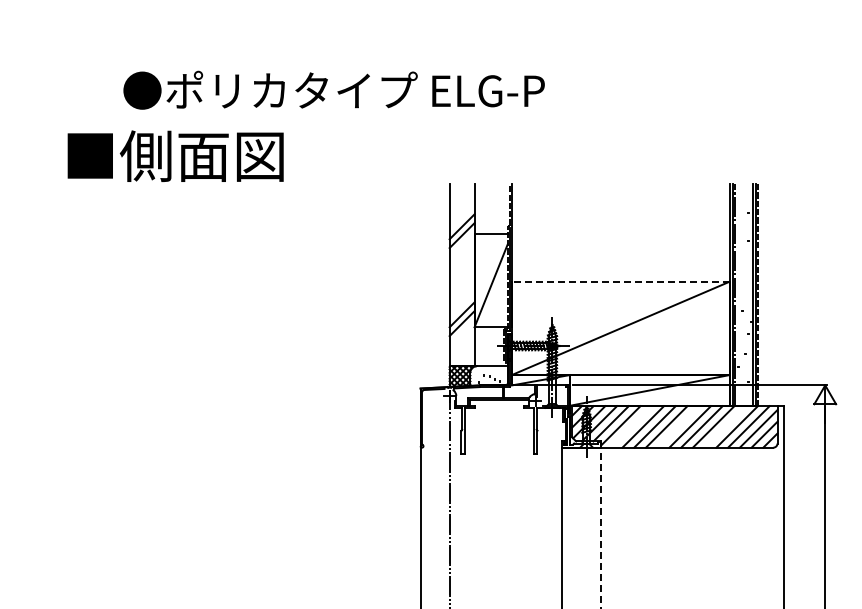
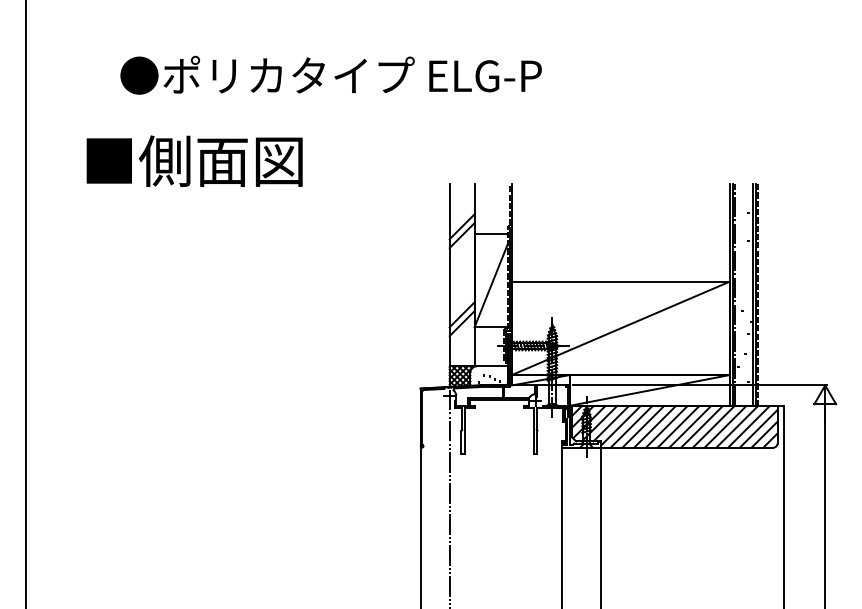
text at (333, 89) position: (333, 89) -> (330, 74)
text at (175, 155) position: (175, 155) -> (194, 160)
line at (620, 281): dashed -> solid
line at (25, 303): none -> present
line at (631, 426): none -> present
line at (678, 426): none -> present
line at (725, 426): none -> present
line at (601, 527): dashed -> solid
